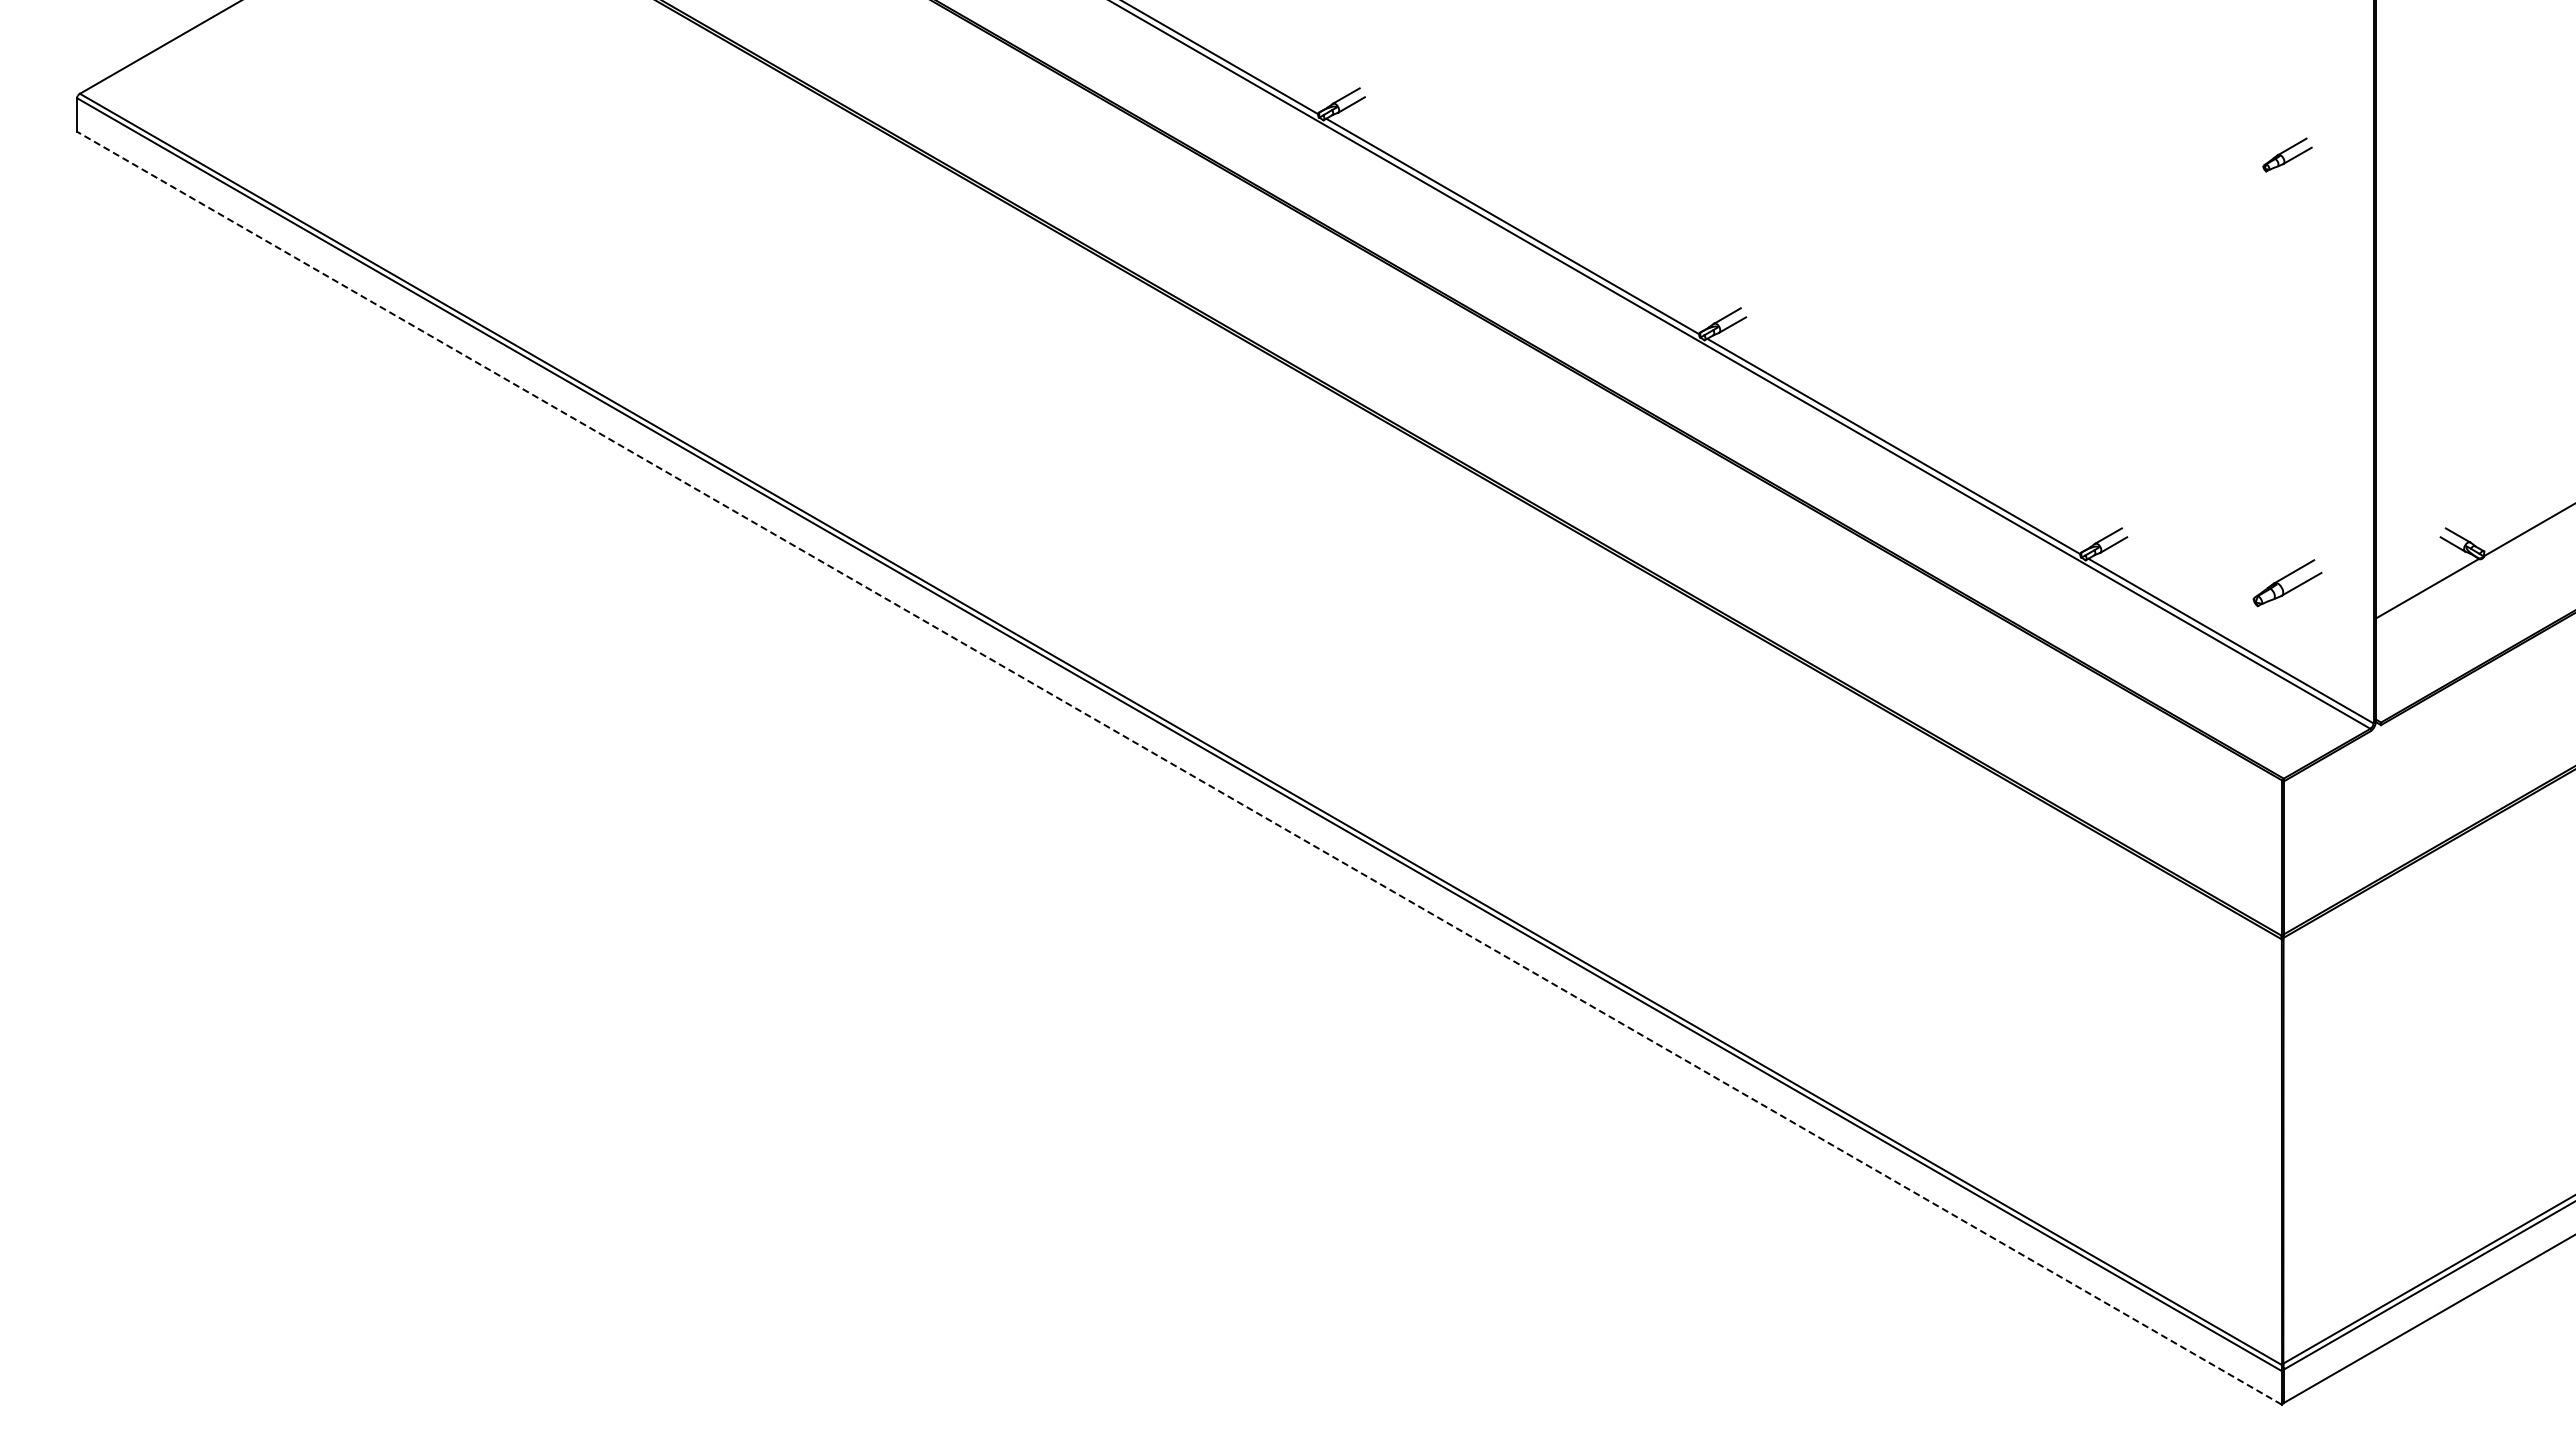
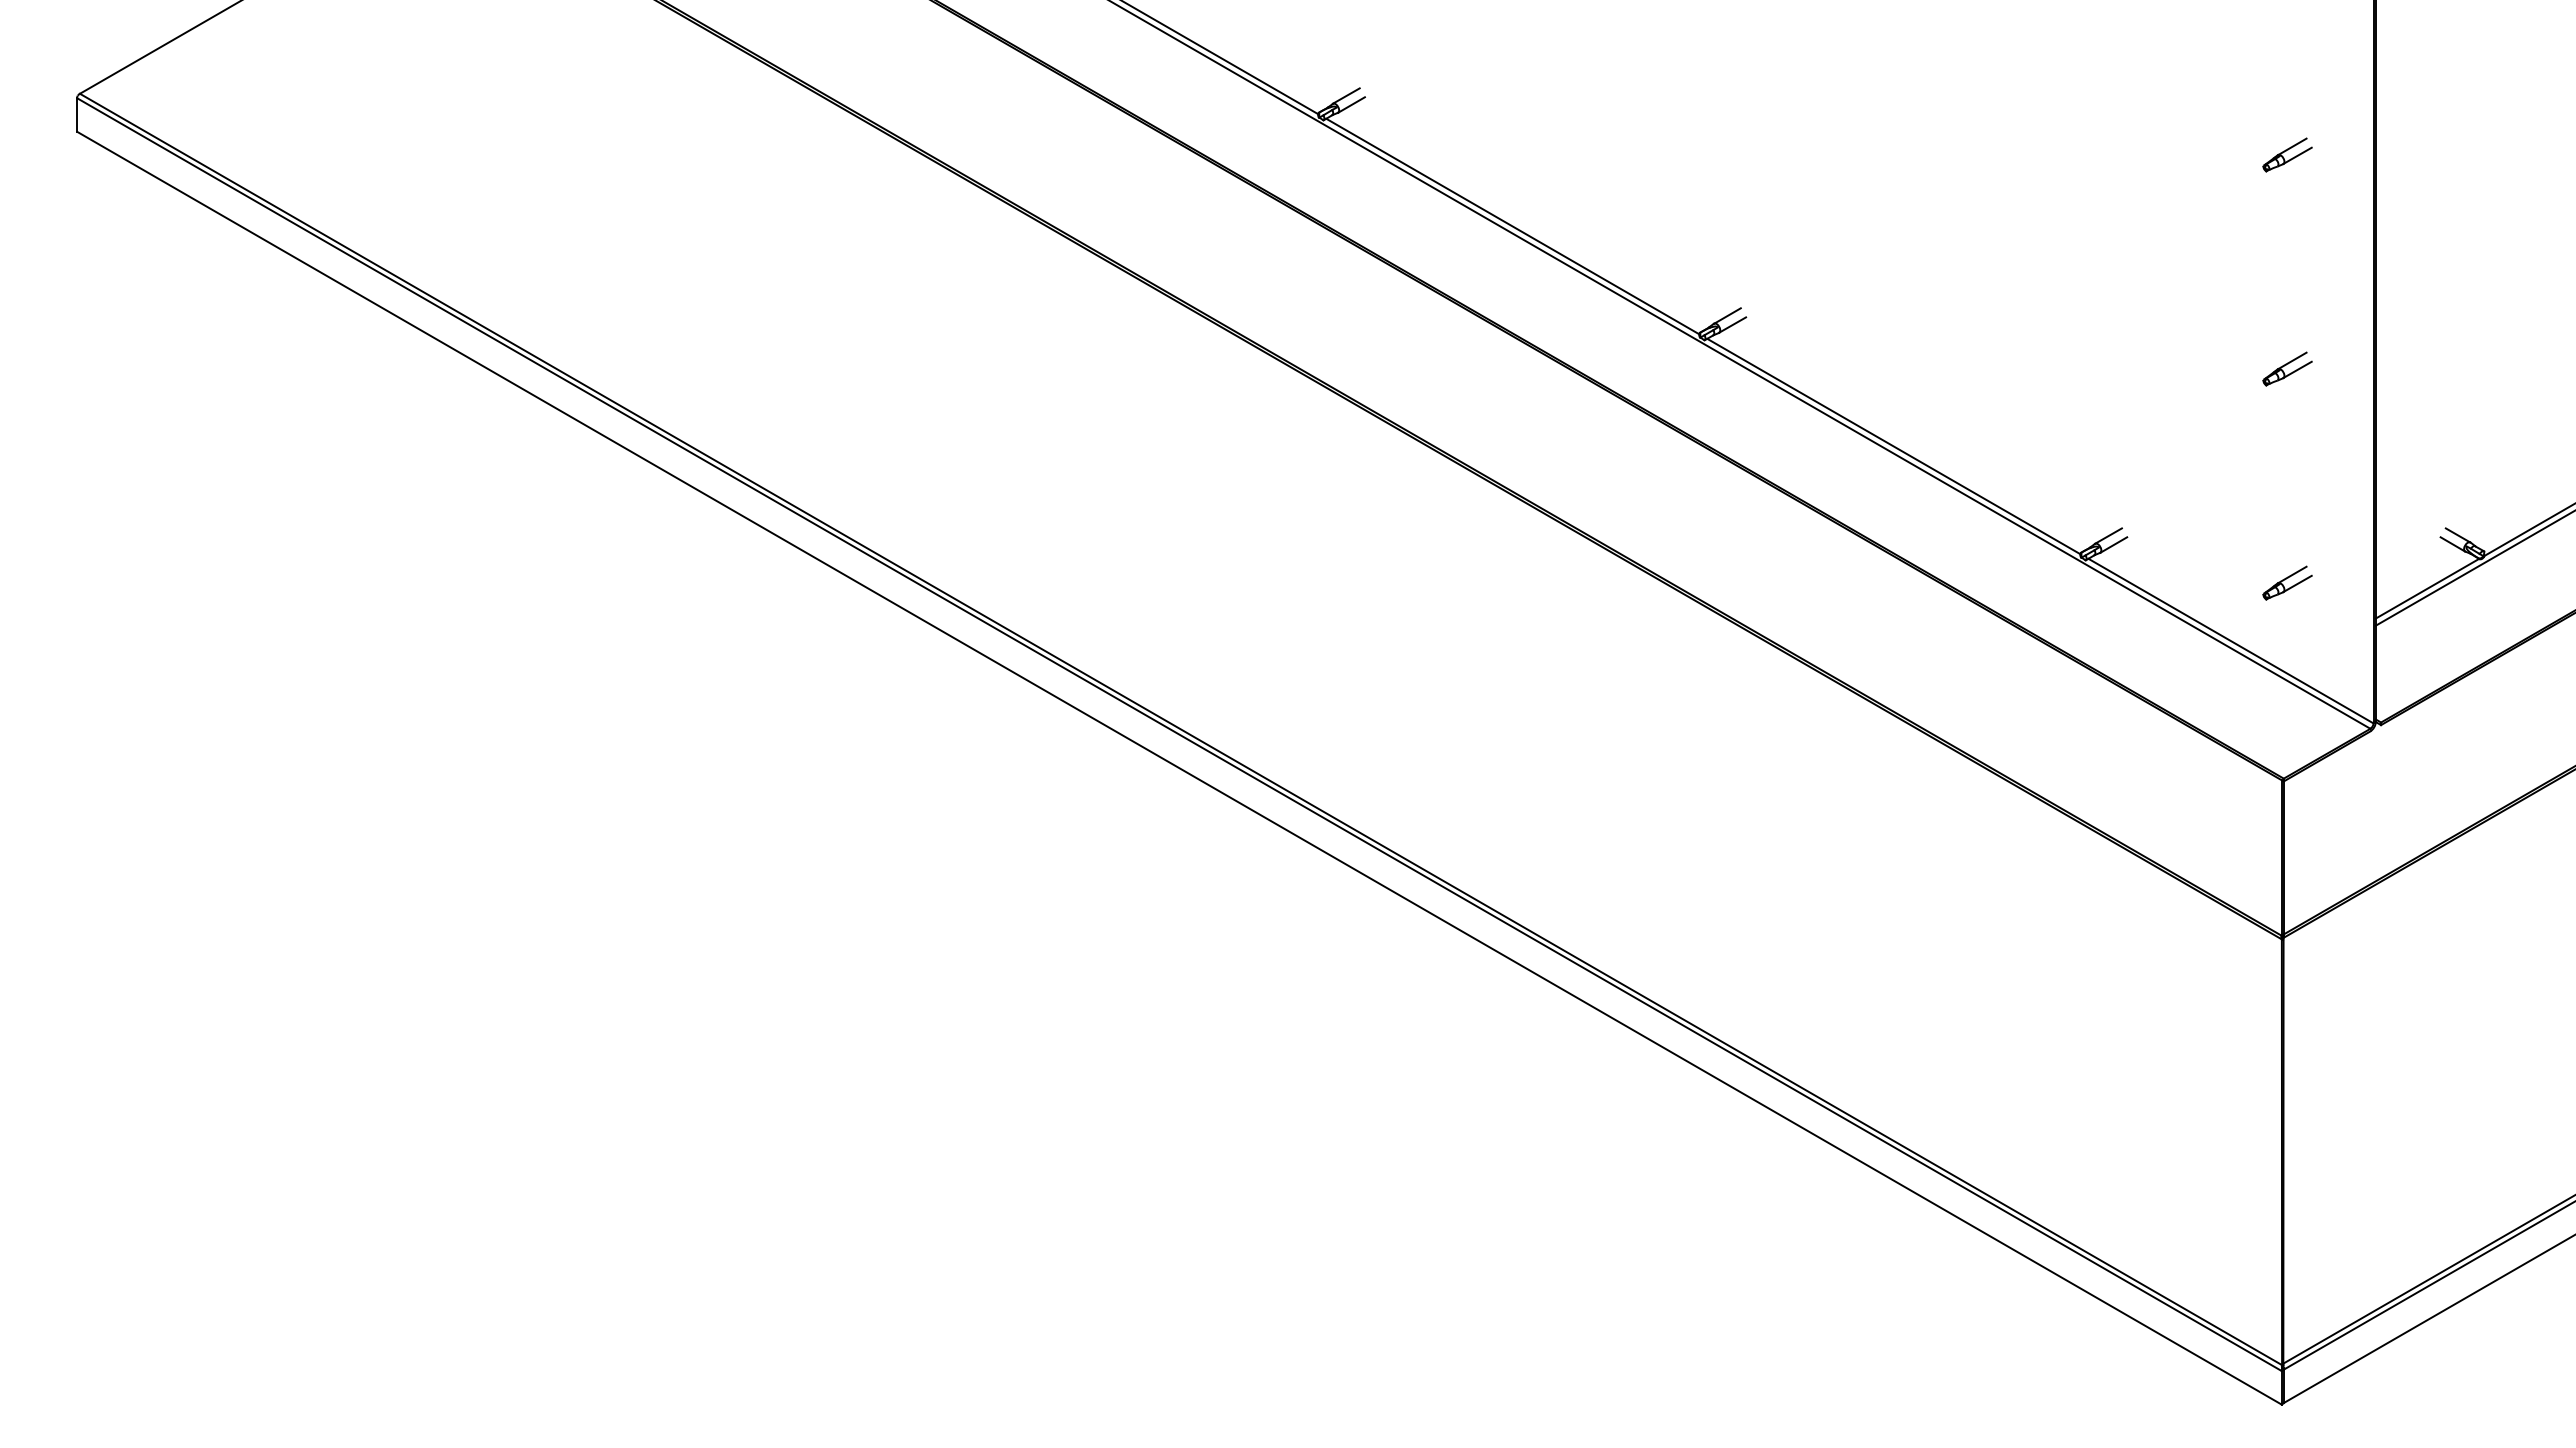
part at (2287, 368): none -> present
line at (2473, 568): none -> present
part at (2287, 583) size: 71x49 px -> 51x36 px
line at (1179, 768): dashed -> solid
